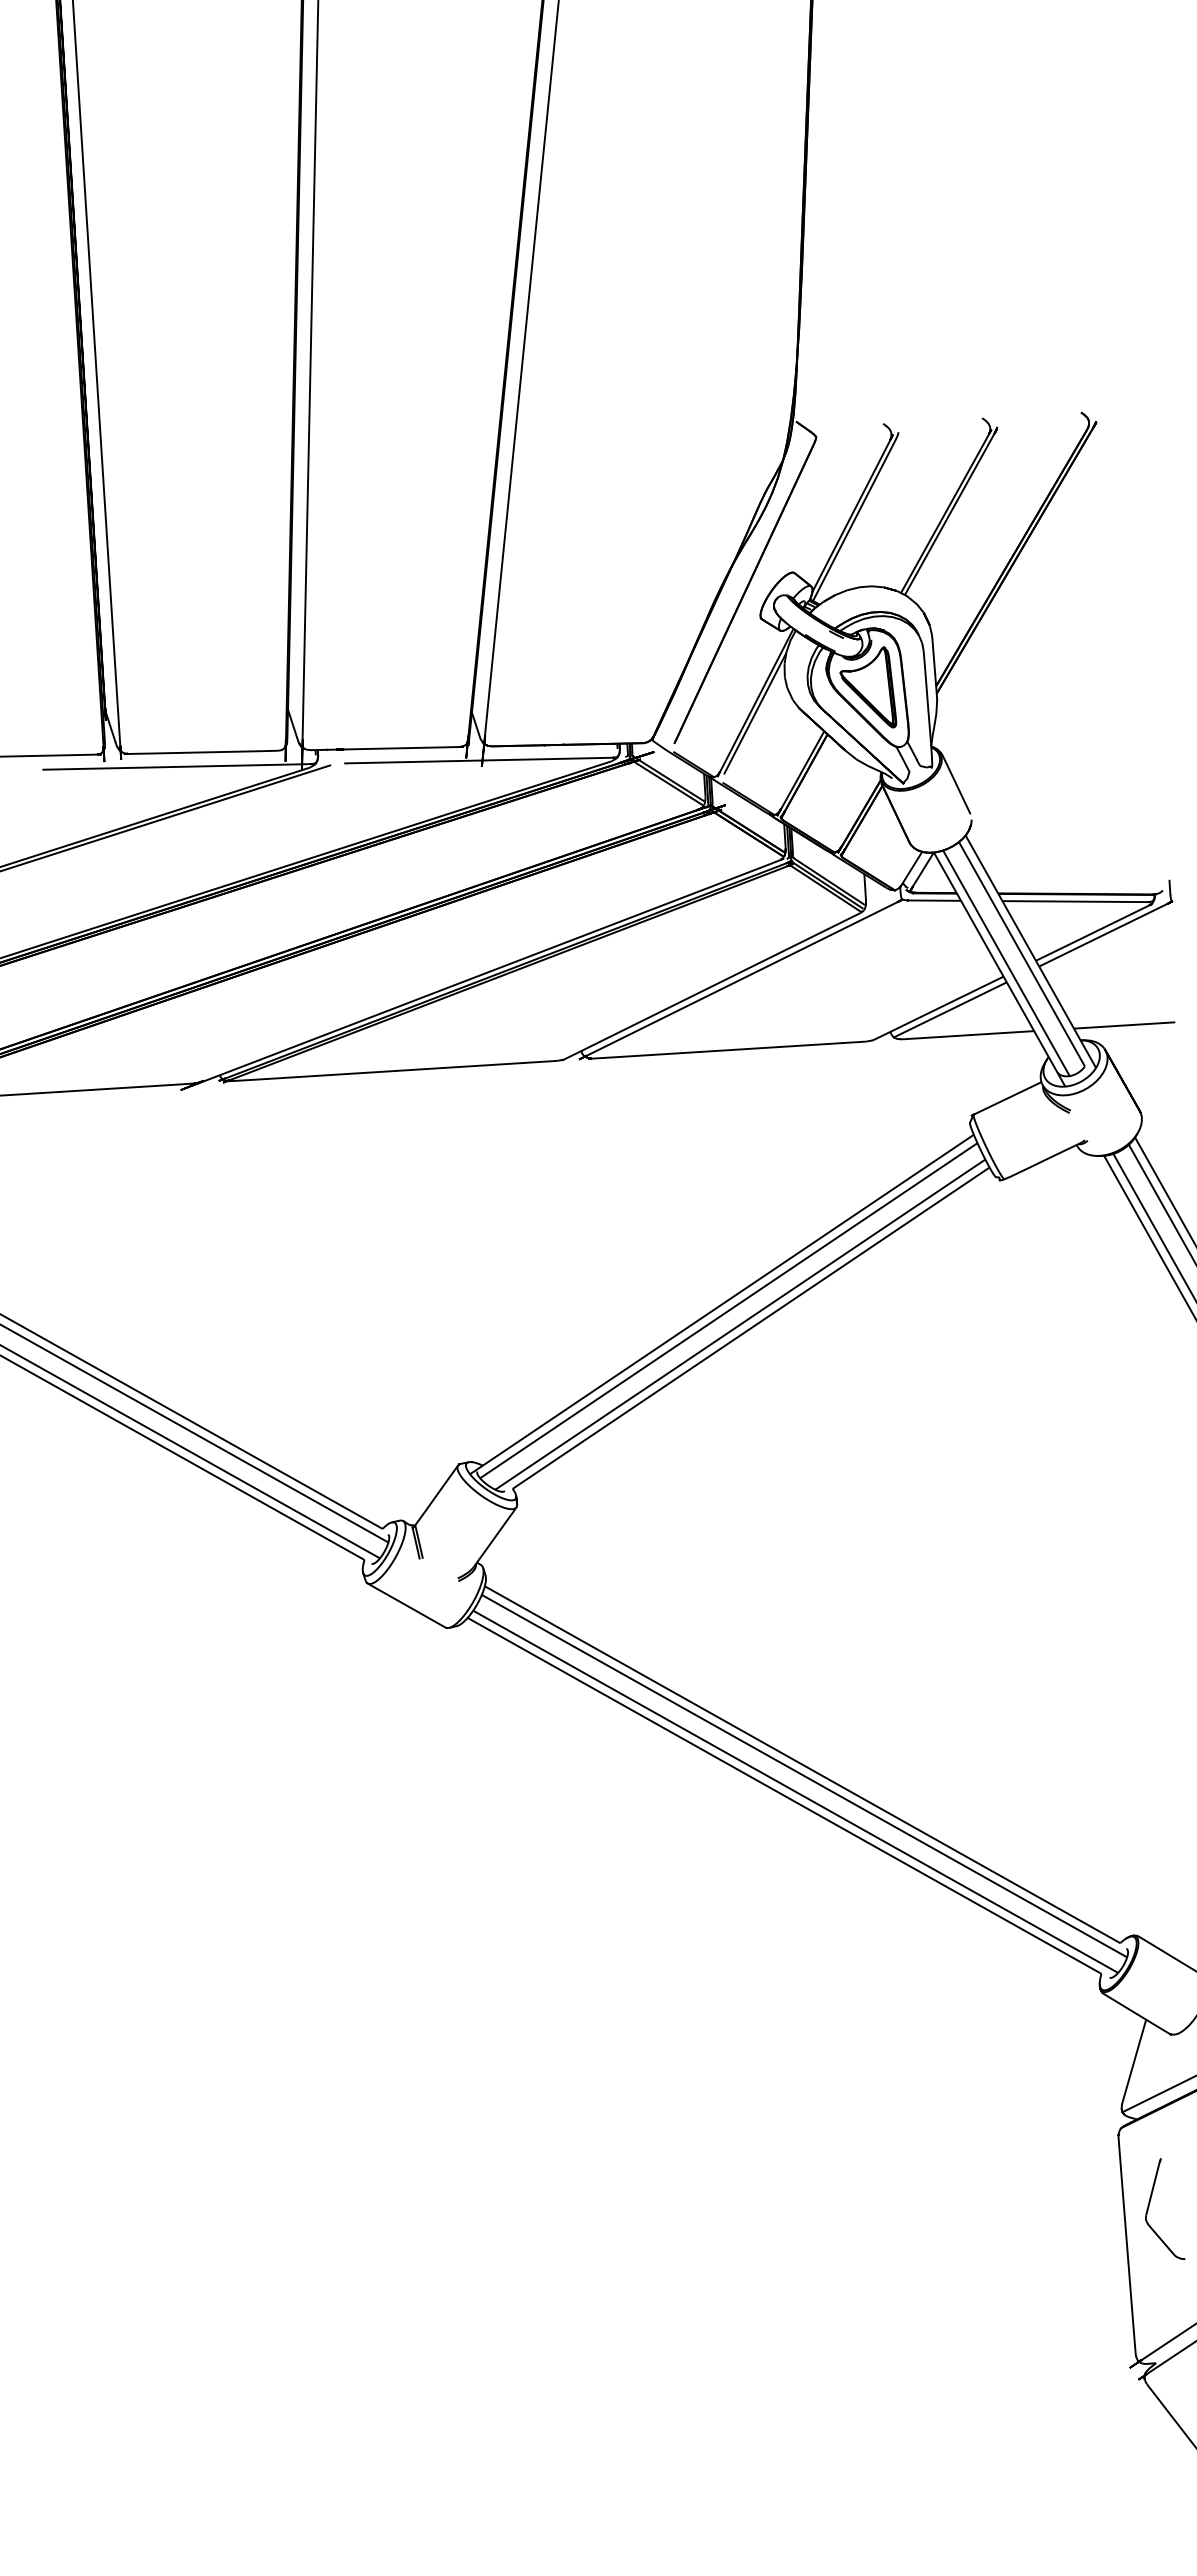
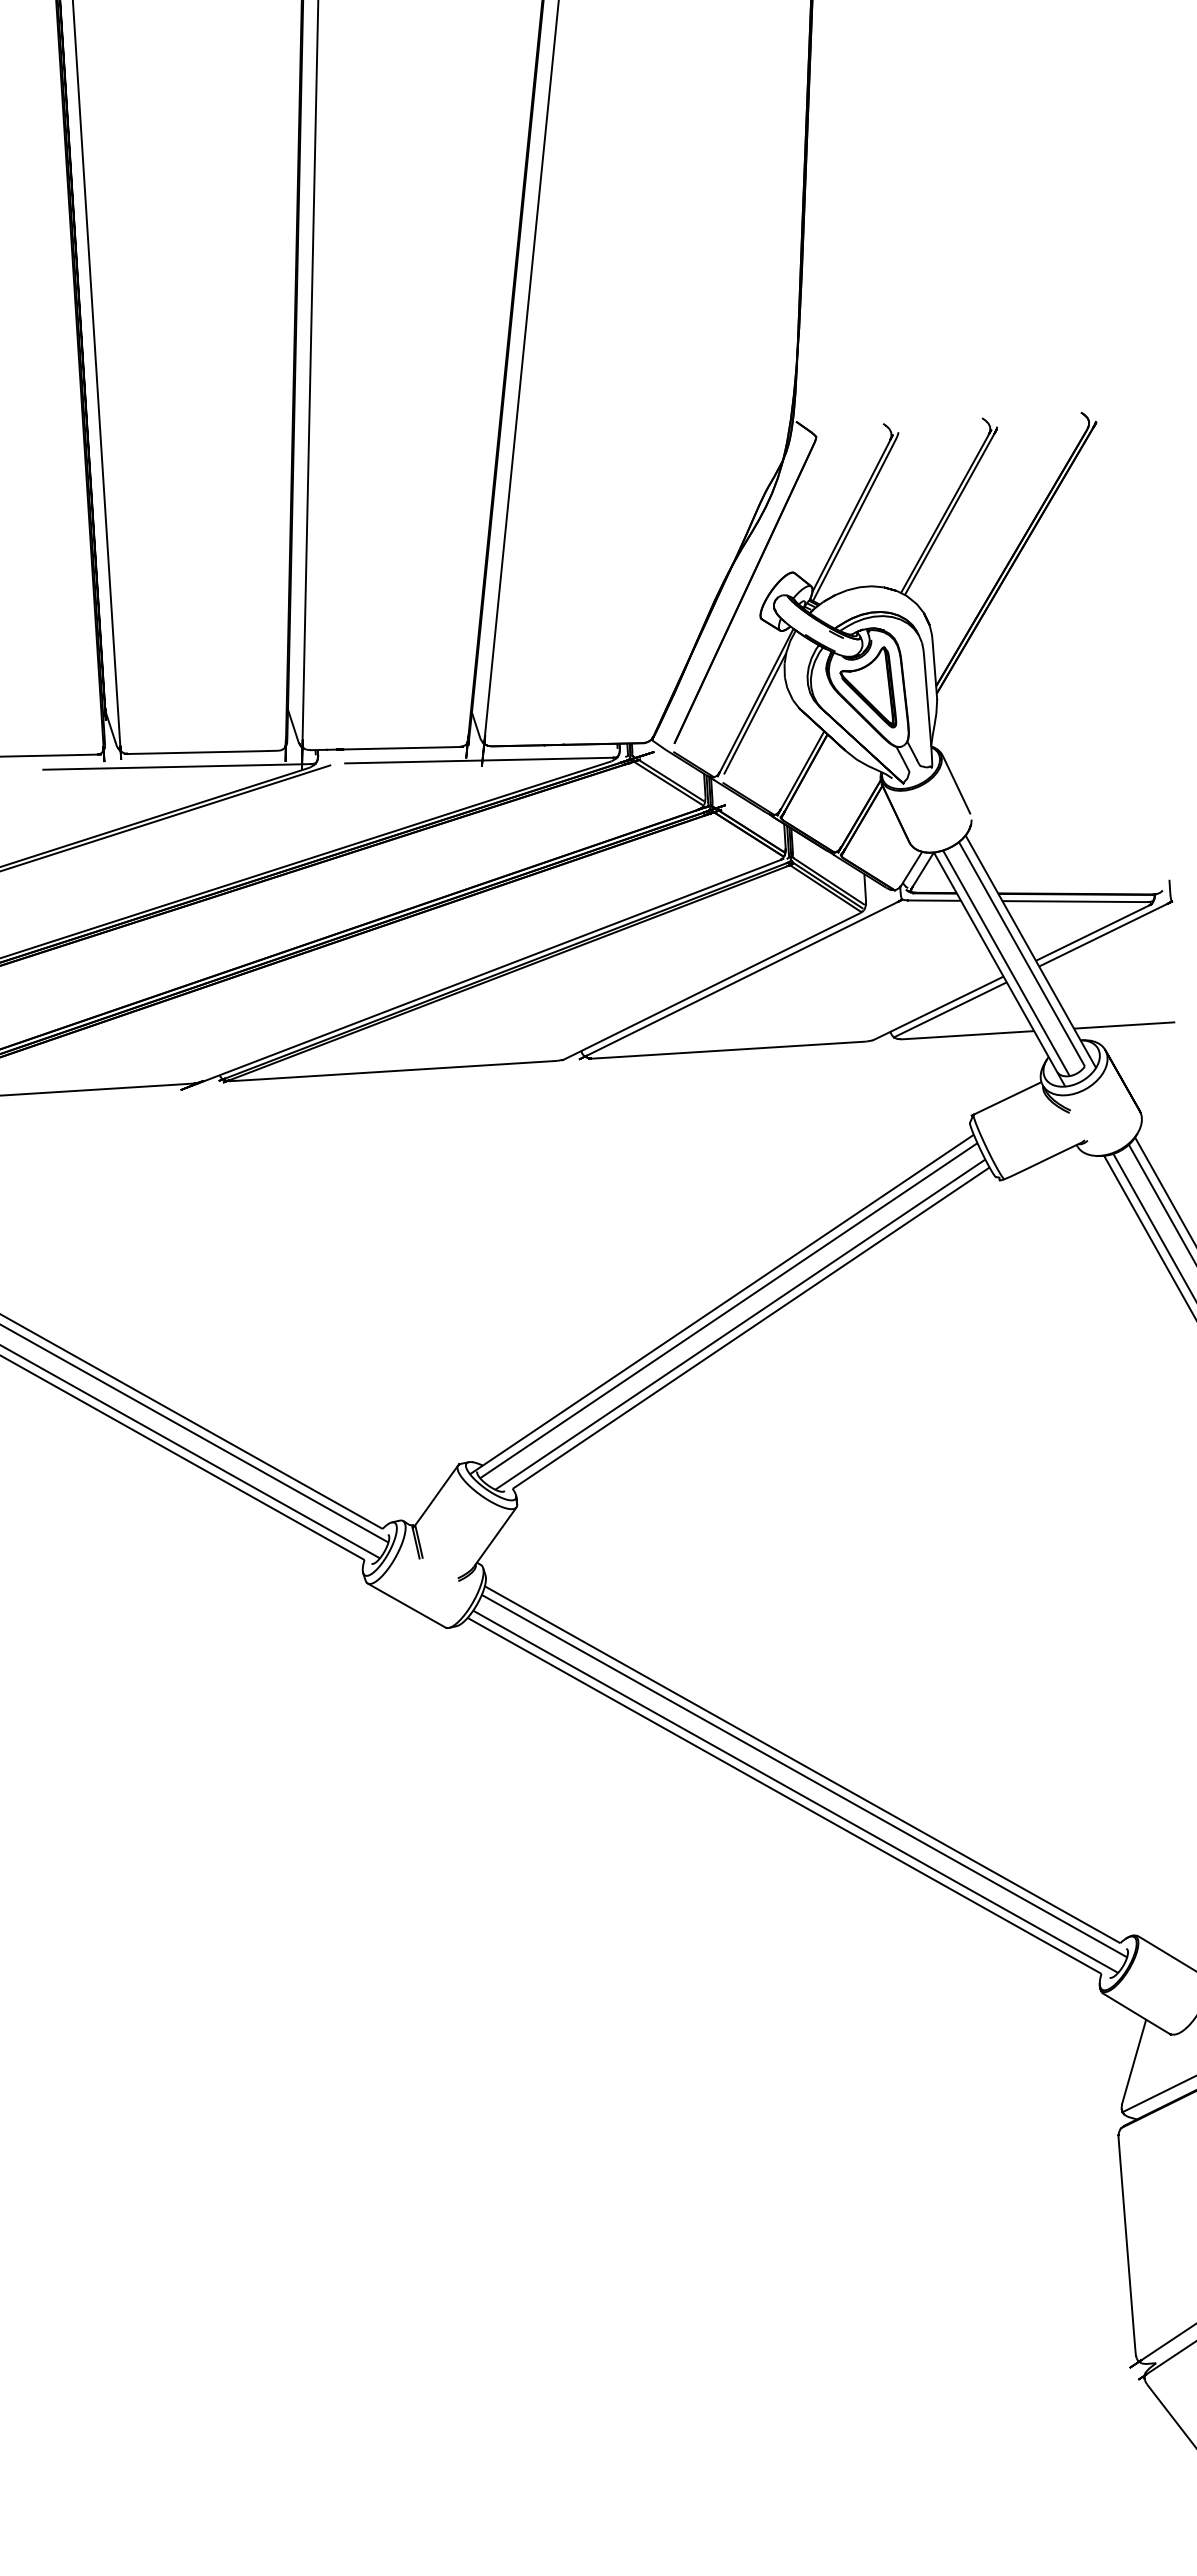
part at (1150, 2203): present -> none
